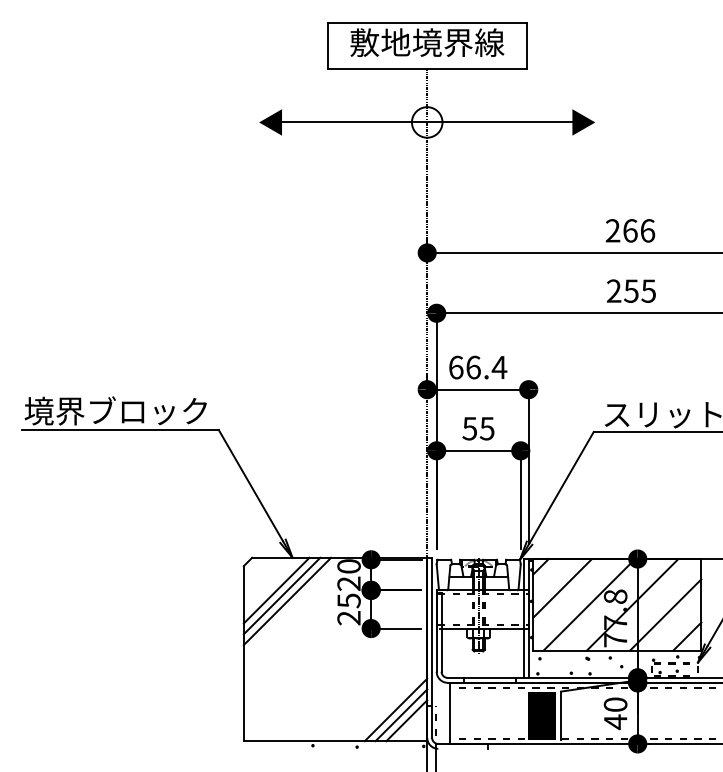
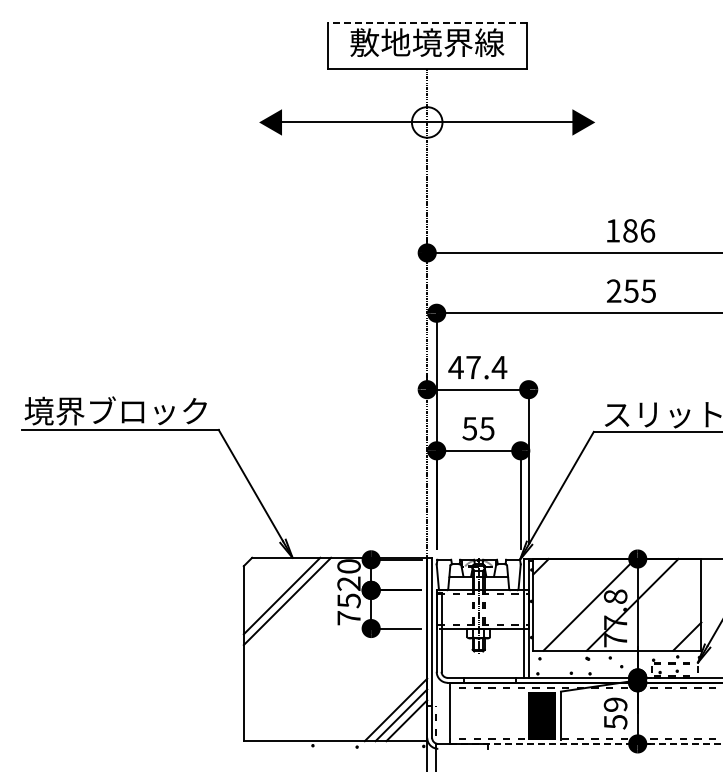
line at (426, 23): solid -> dashed
text at (621, 230): 266 -> 186
text at (464, 367): 66.4 -> 47.4
line at (562, 588): present -> none
line at (276, 590): present -> none
line at (665, 614): present -> none
text at (348, 618): 25 -> 75
text at (615, 713): 40 -> 59
line at (587, 743): solid -> dashed
